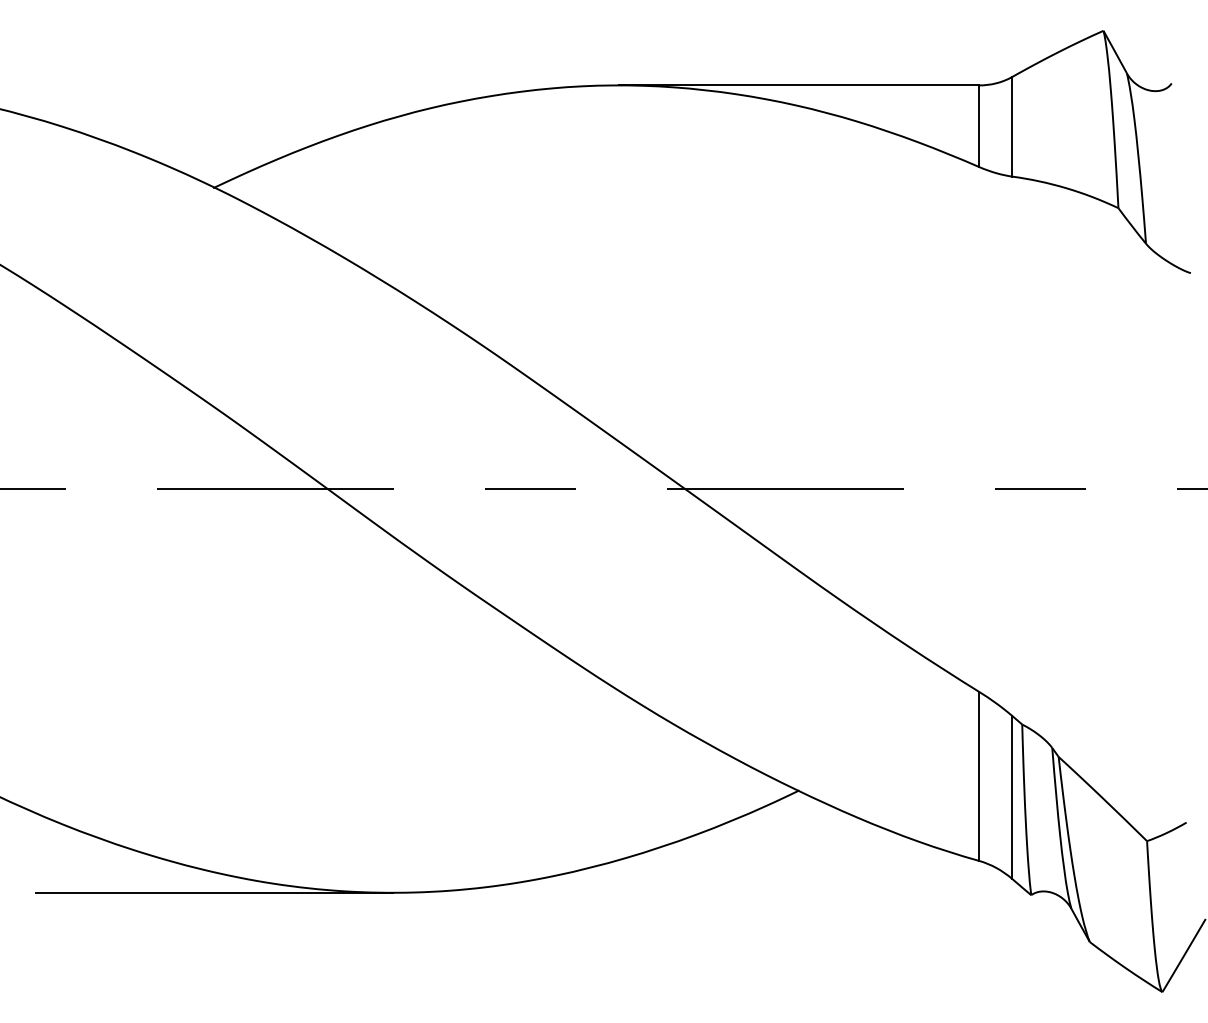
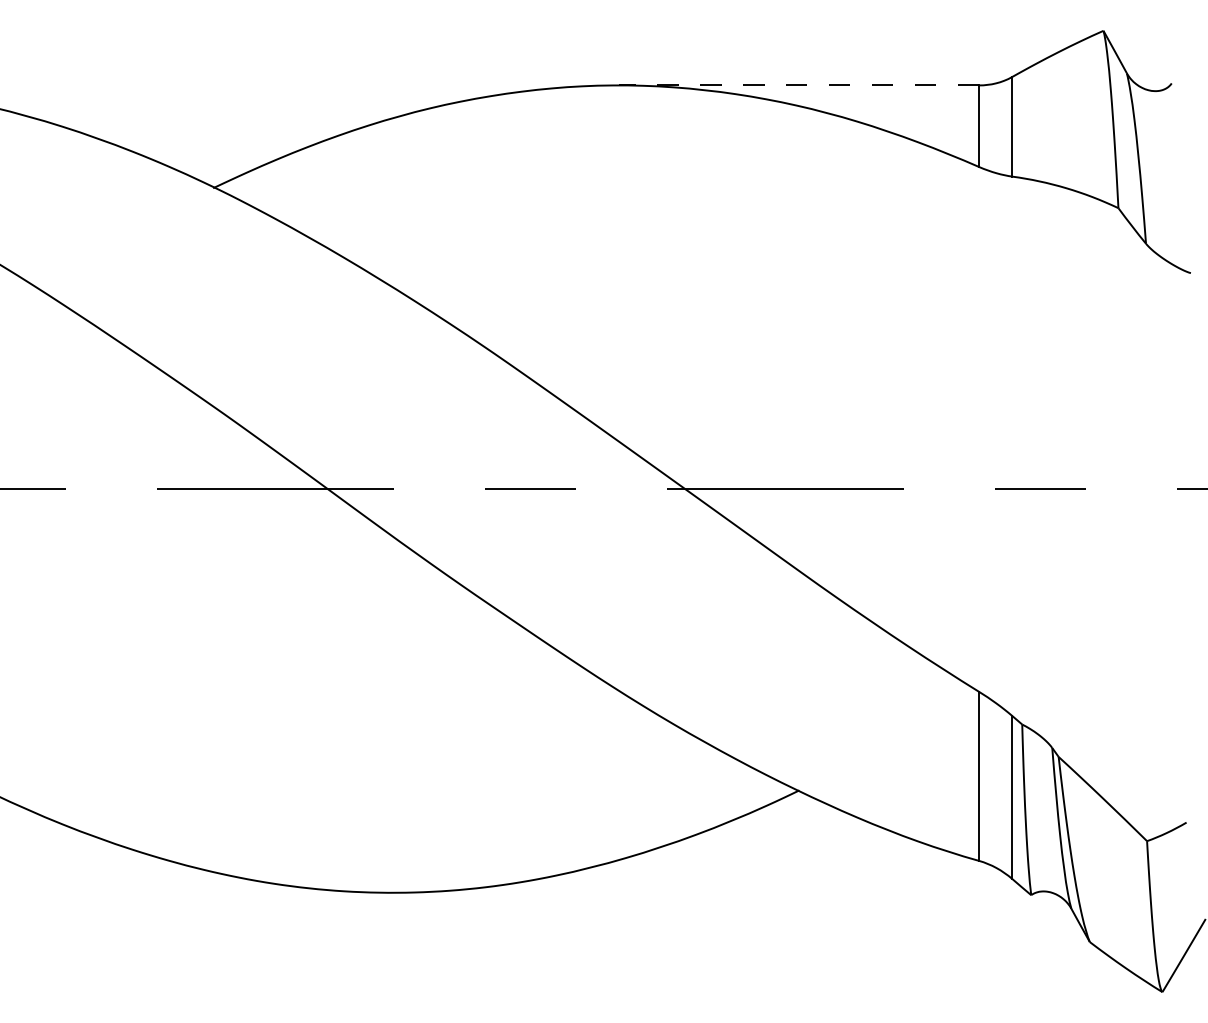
line at (799, 85): solid -> dashed
line at (214, 892): present -> none
